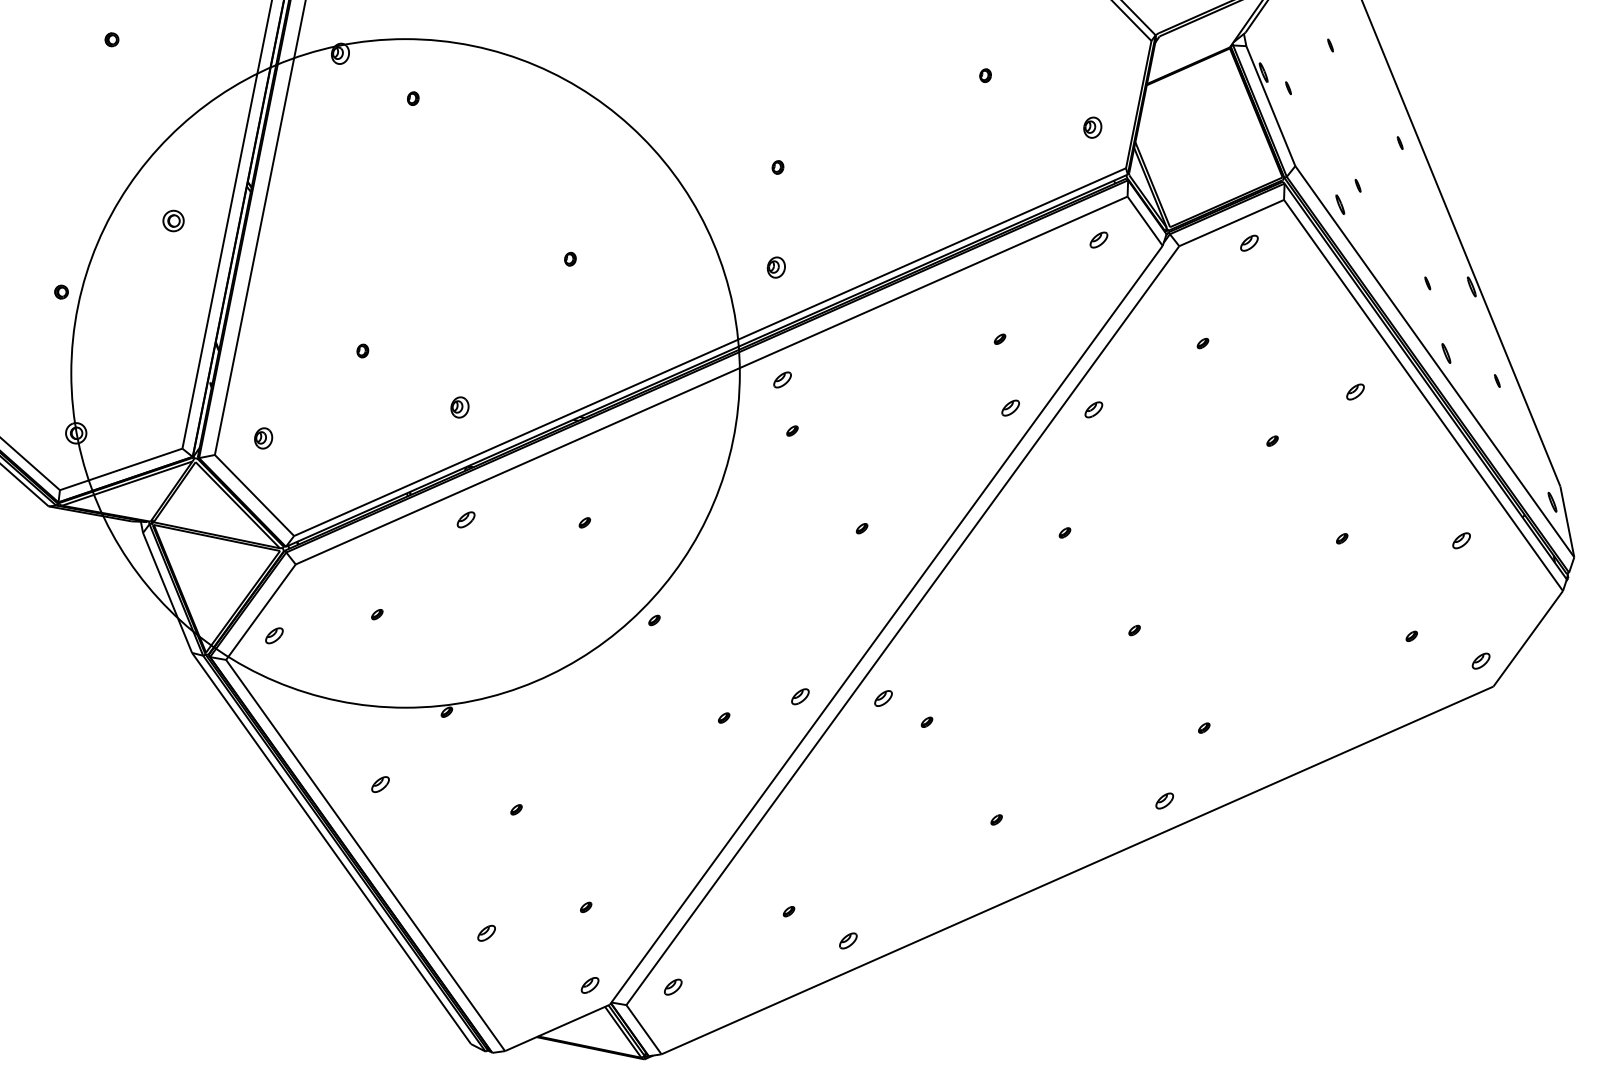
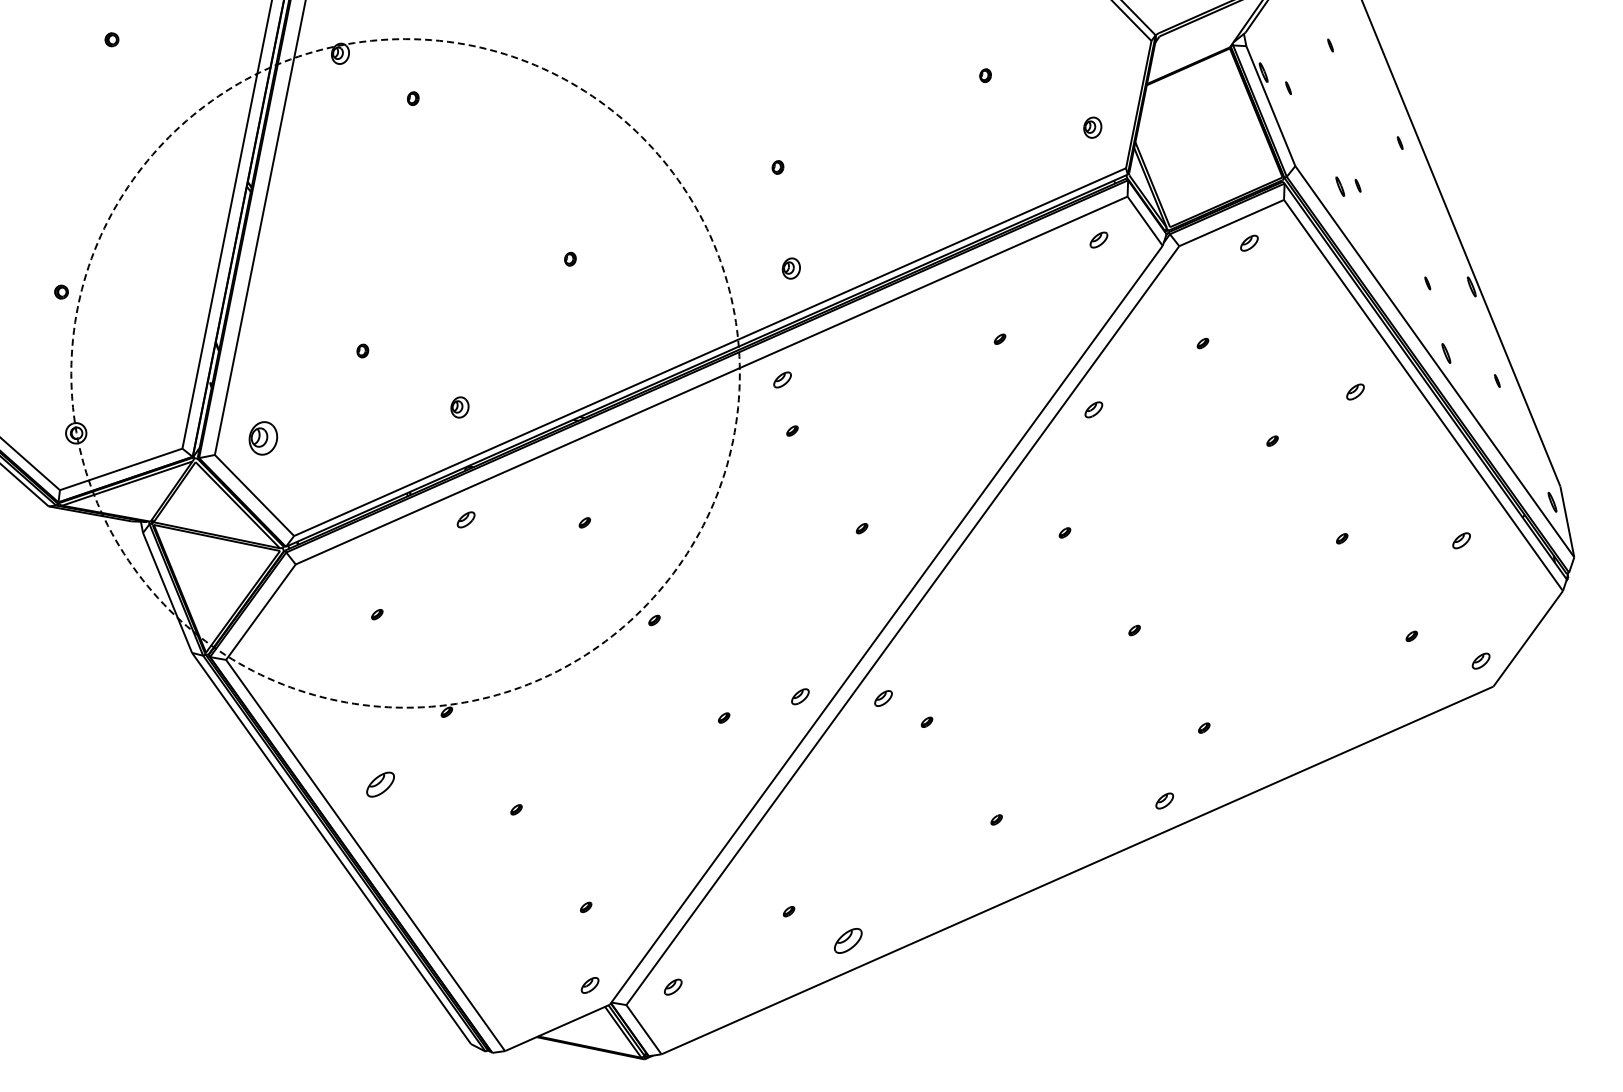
part at (1340, 204) position: (1340, 204) -> (1340, 186)
part at (173, 220): present -> none
part at (775, 267) position: (775, 267) -> (790, 268)
circle at (405, 373): solid -> dashed
part at (1010, 407): present -> none
part at (263, 438) size: 20x23 px -> 31x35 px
part at (274, 635): present -> none
part at (380, 784) size: 19x17 px -> 29x27 px
part at (486, 933): present -> none
part at (848, 940) size: 19x18 px -> 29x26 px
